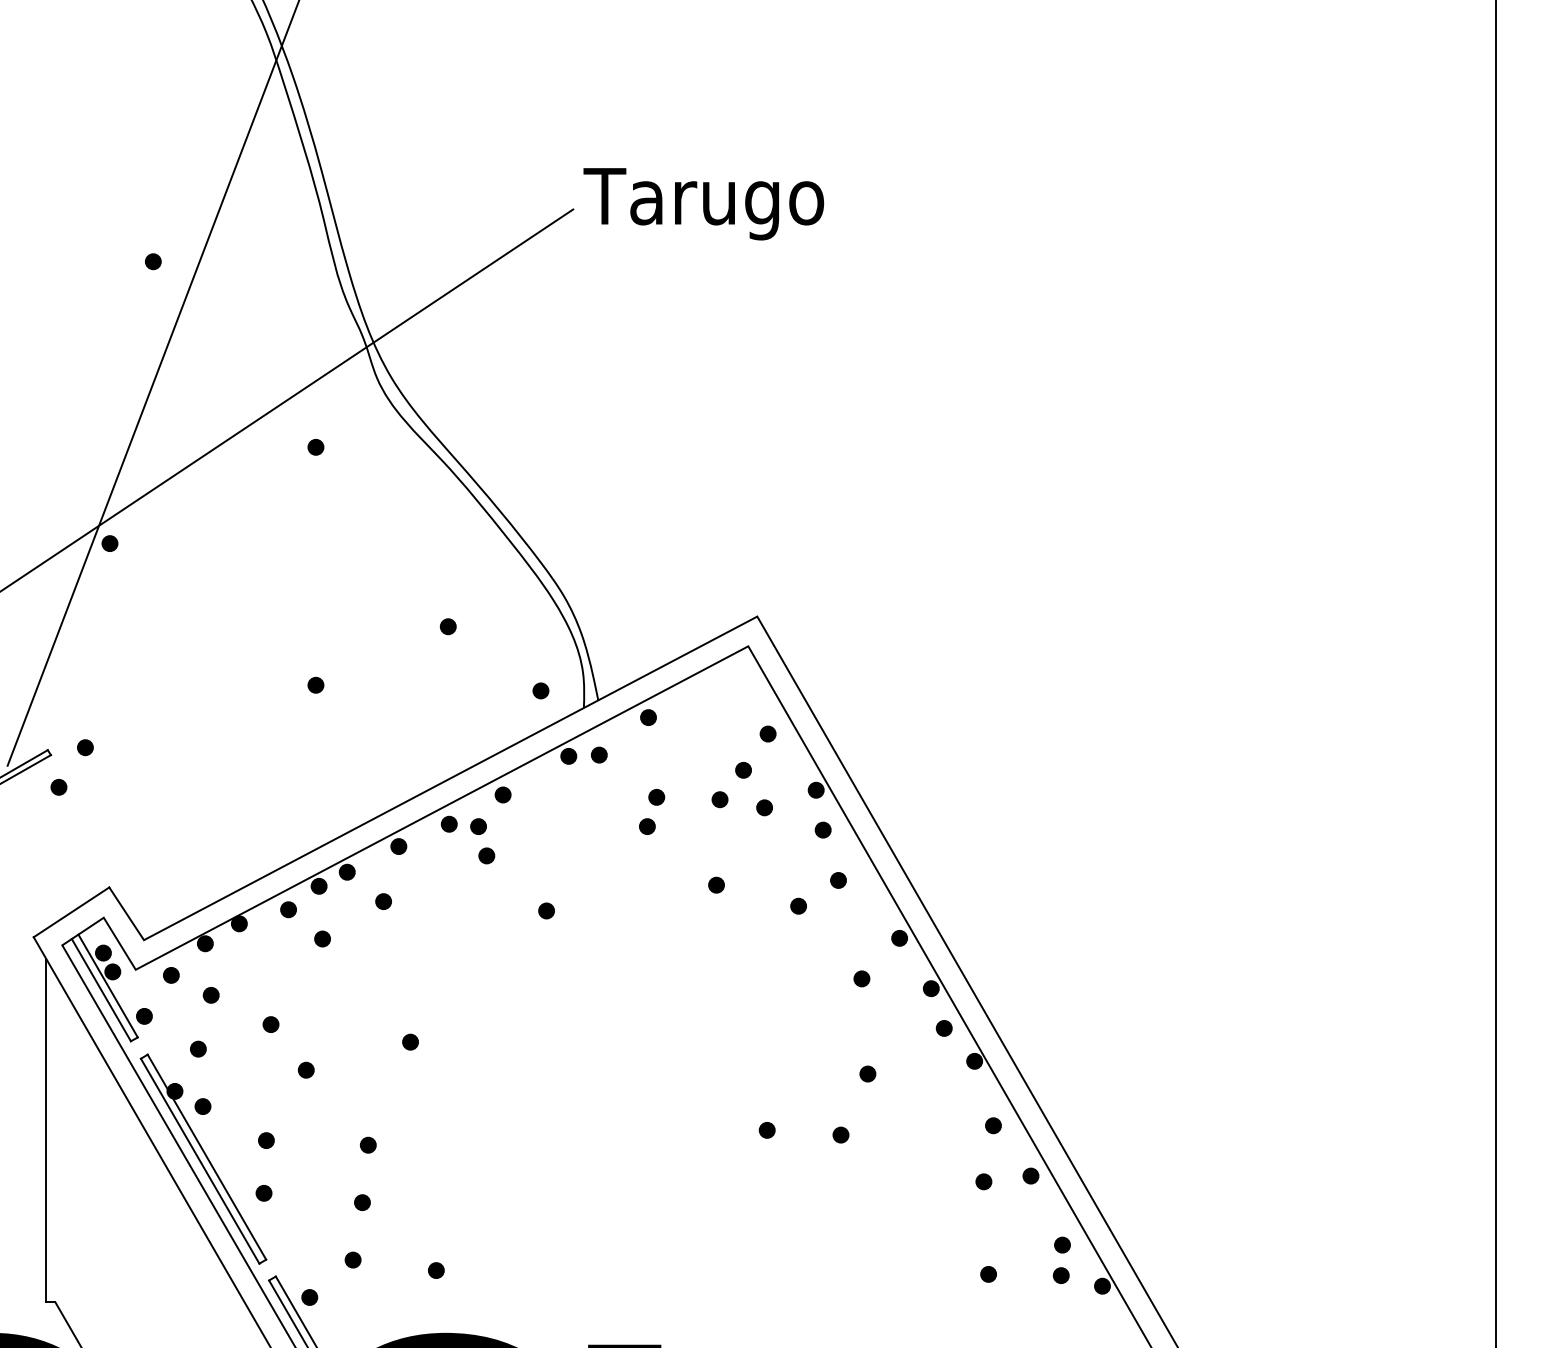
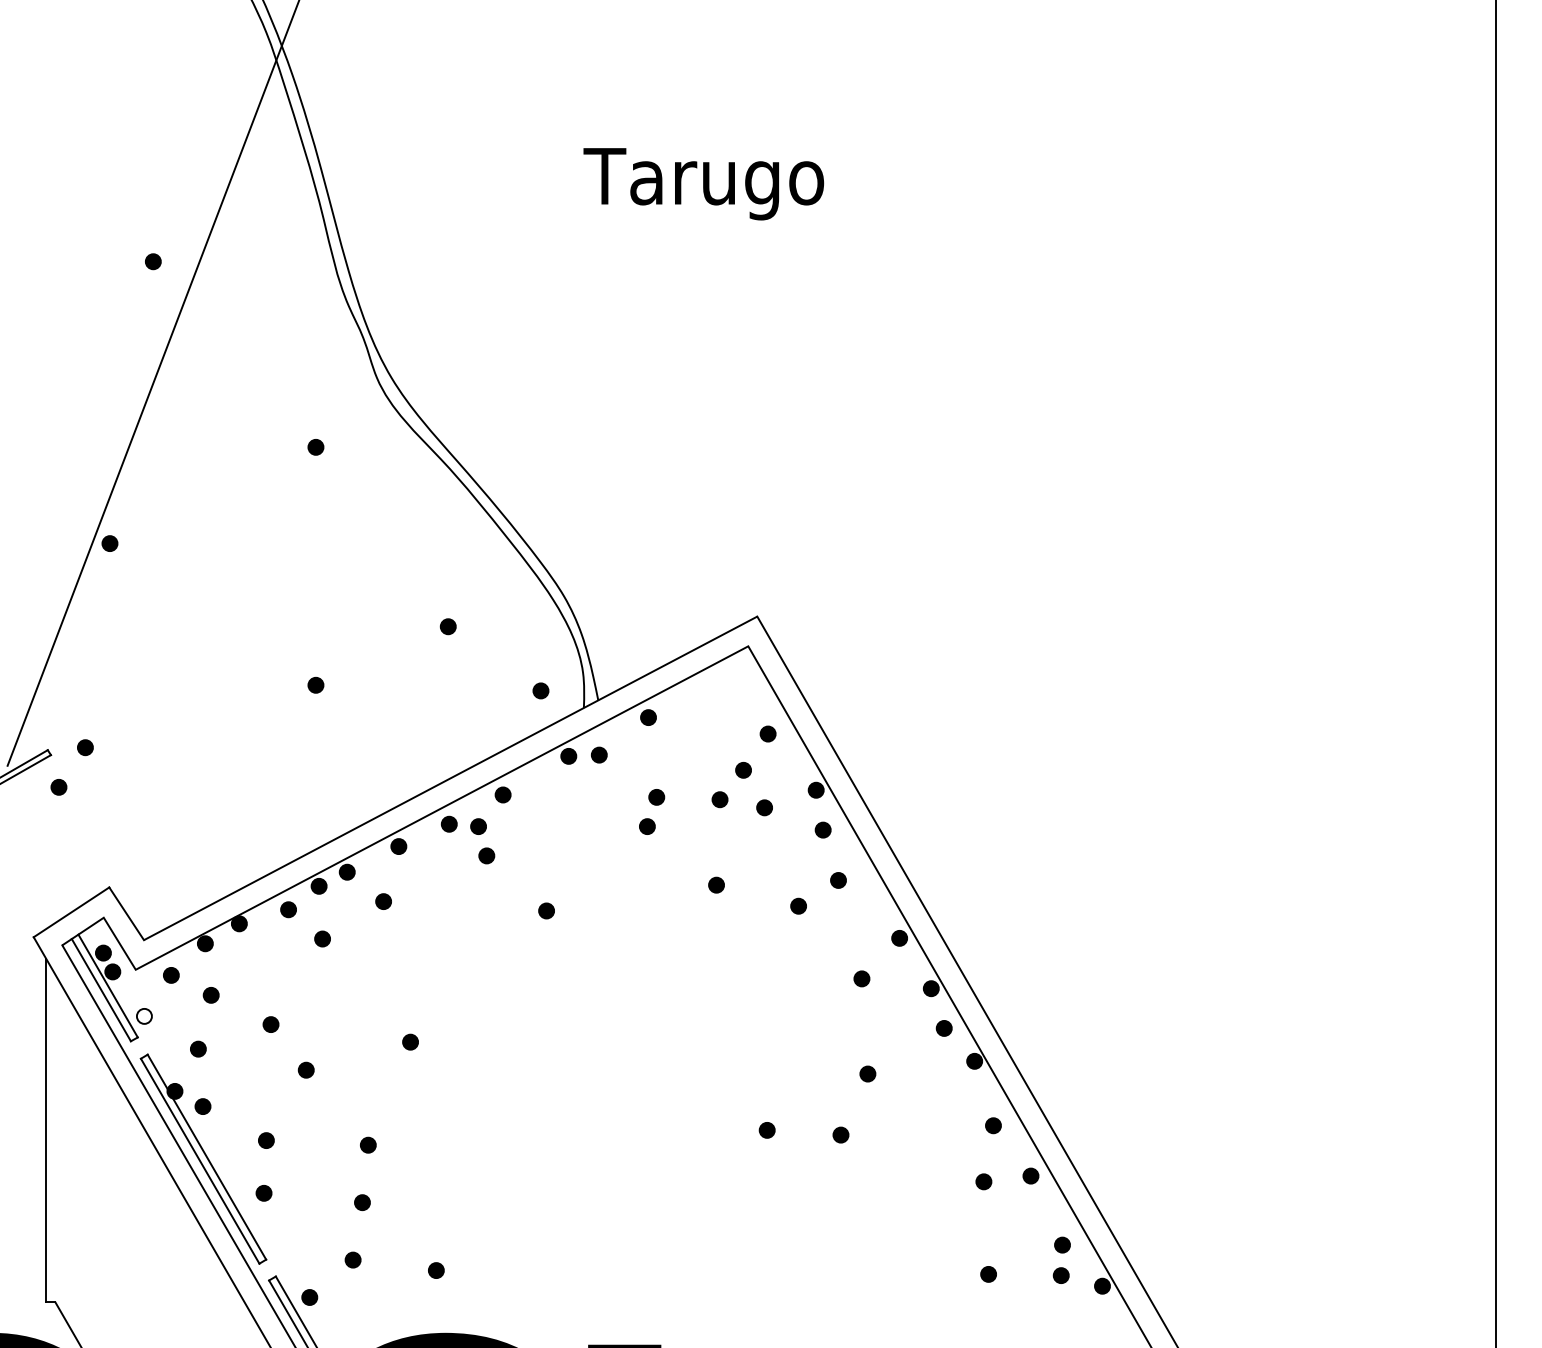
text at (703, 204) position: (703, 204) -> (703, 184)
line at (287, 399): present -> none
fill at (143, 1015): present -> none
